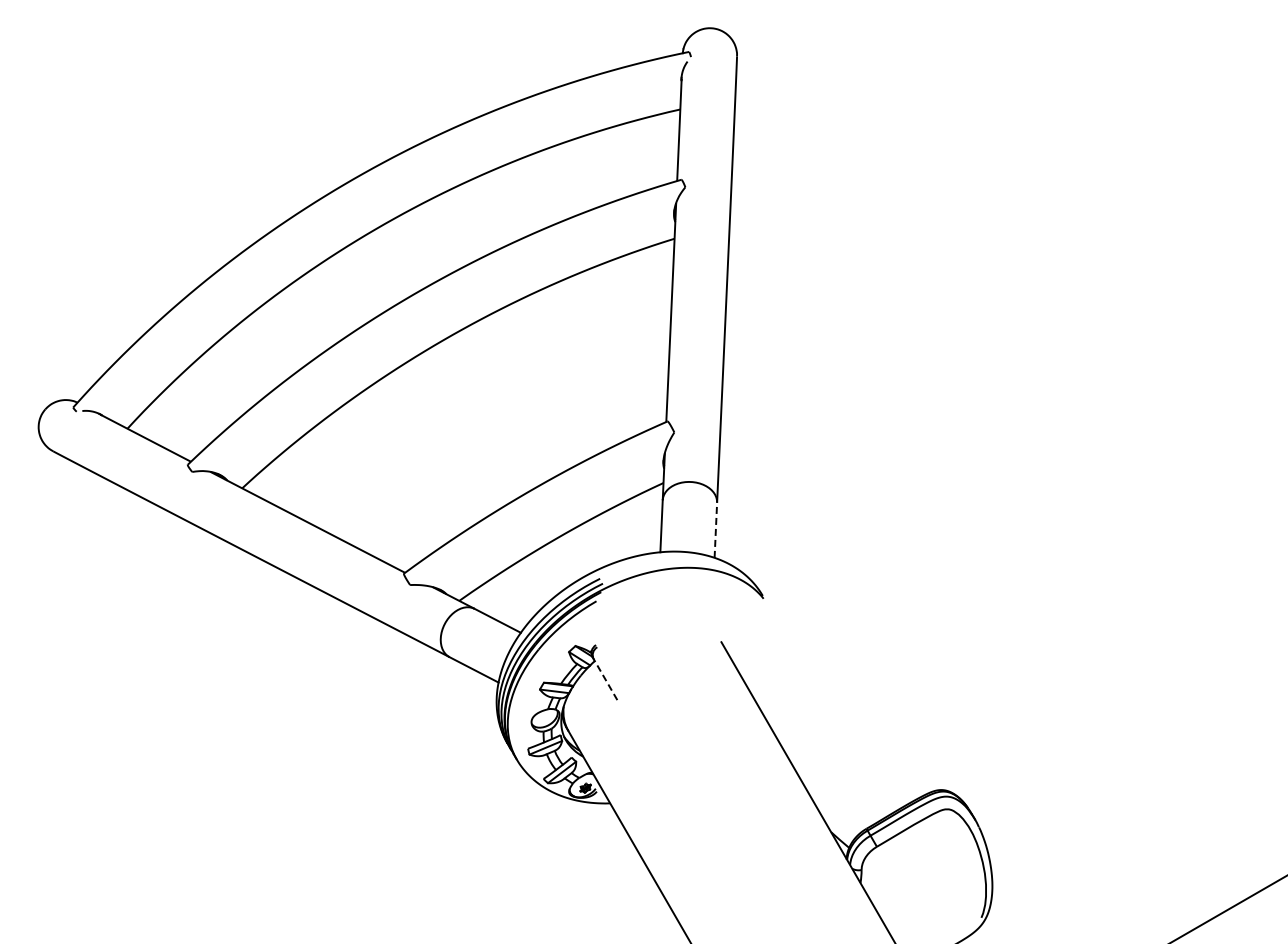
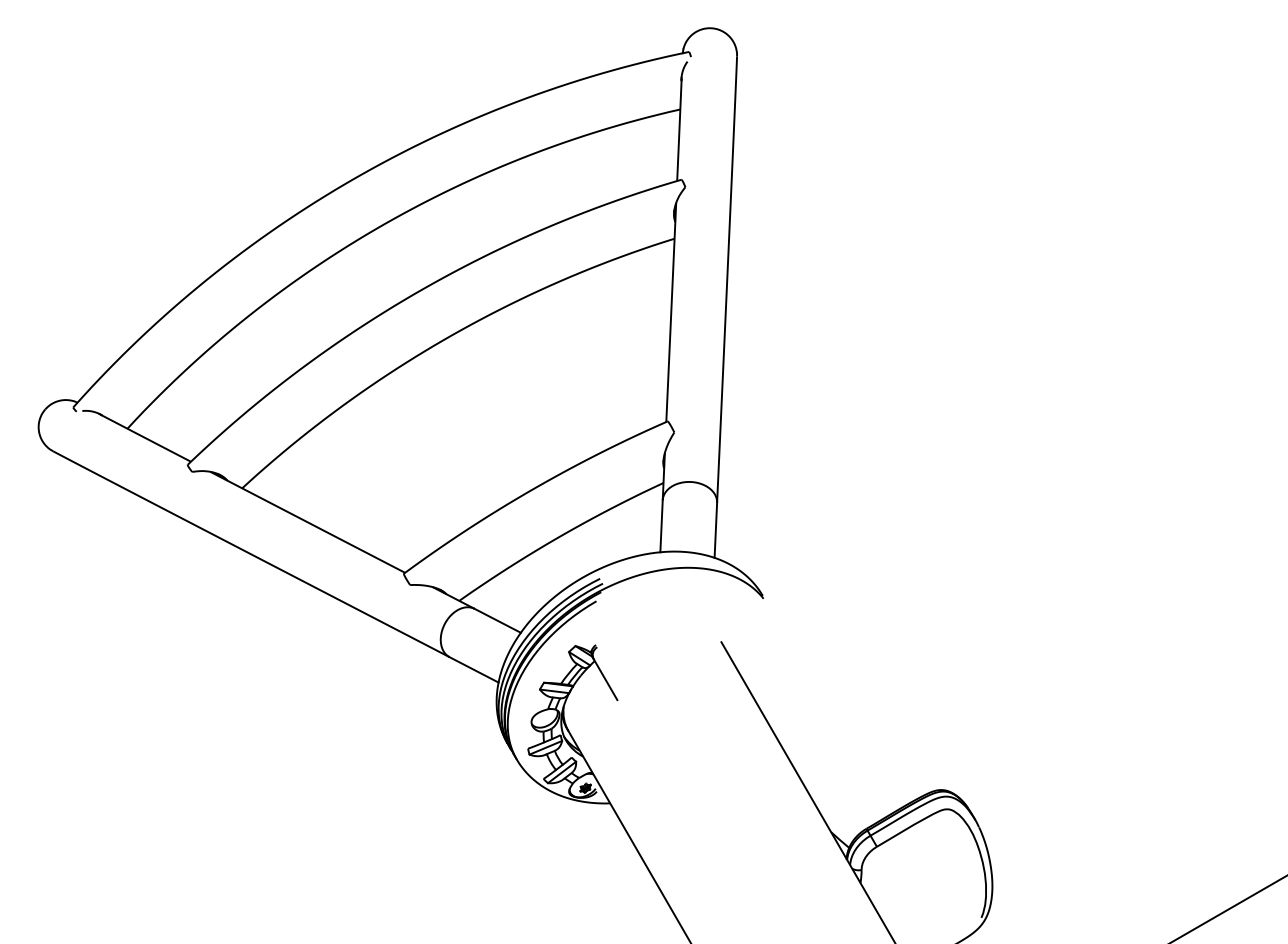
line at (715, 530): dashed -> solid
line at (605, 679): dashed -> solid
